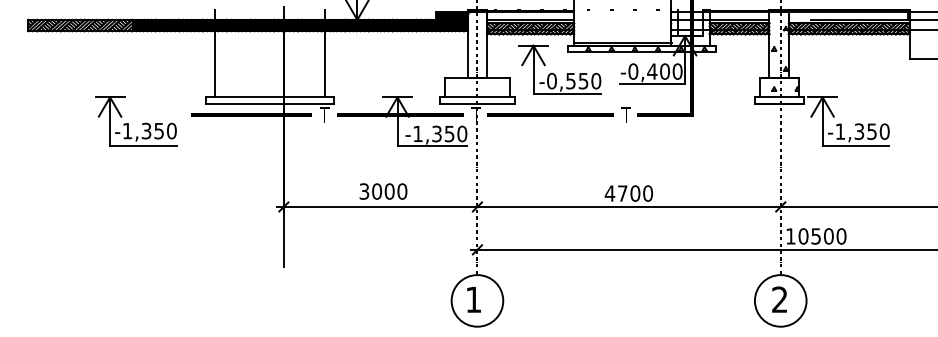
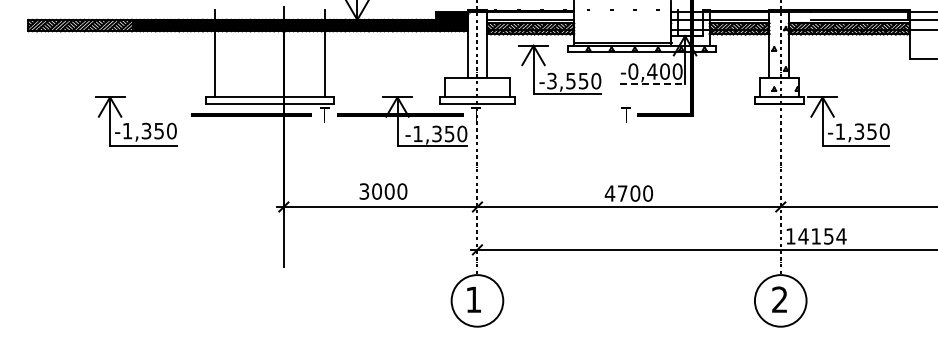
text at (551, 80): -0,550 -> -3,550
line at (653, 84): solid -> dashed
line at (550, 114): present -> none
text at (822, 236): 10500 -> 14154
